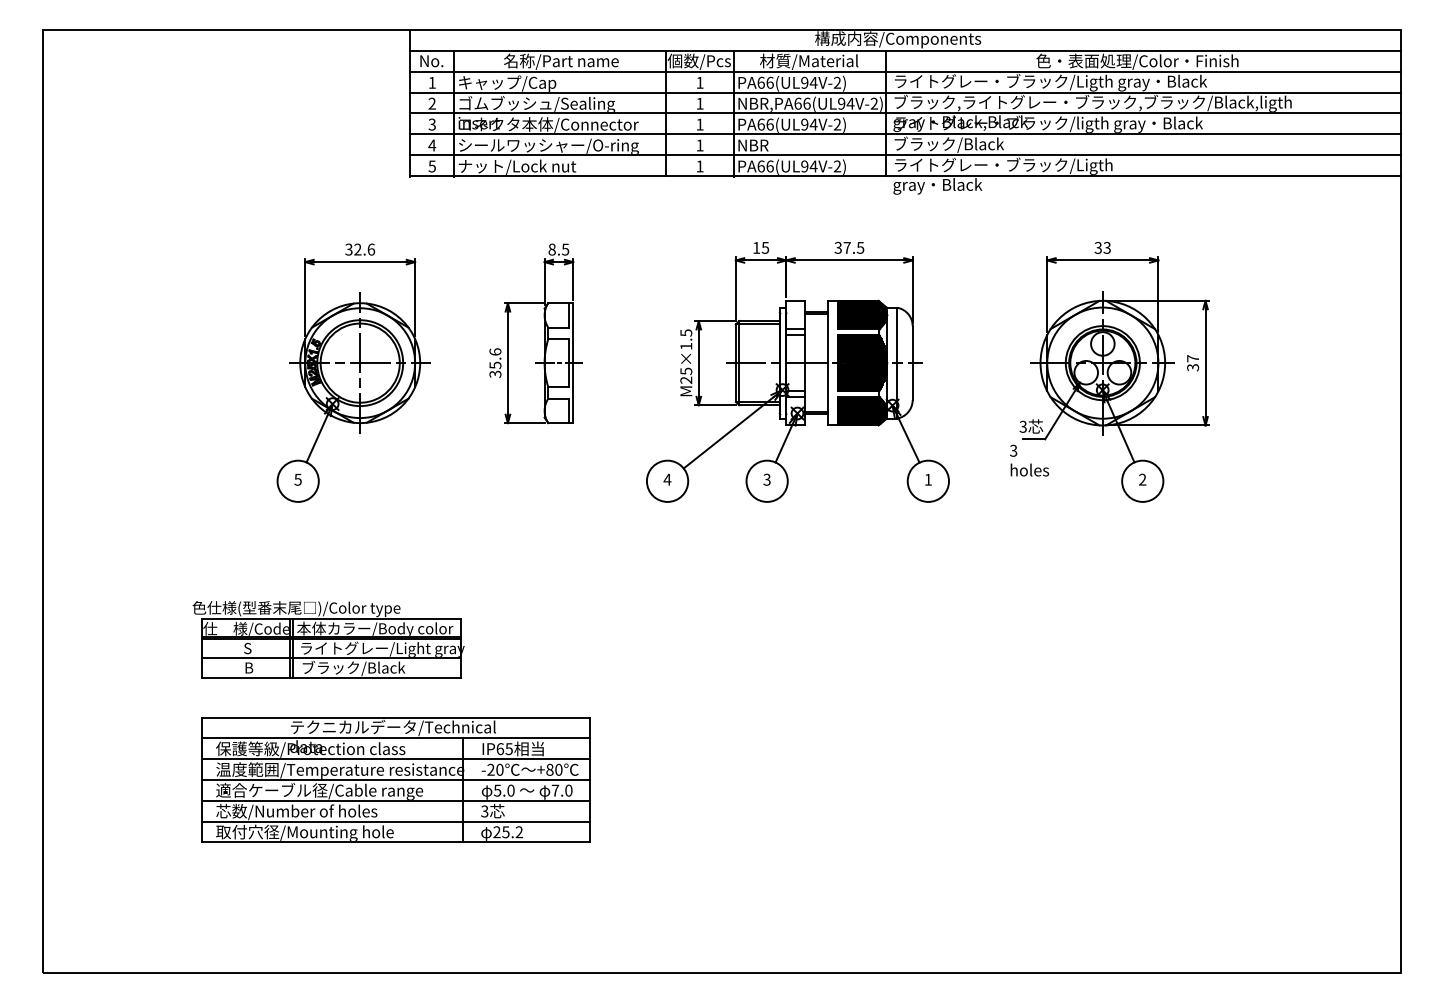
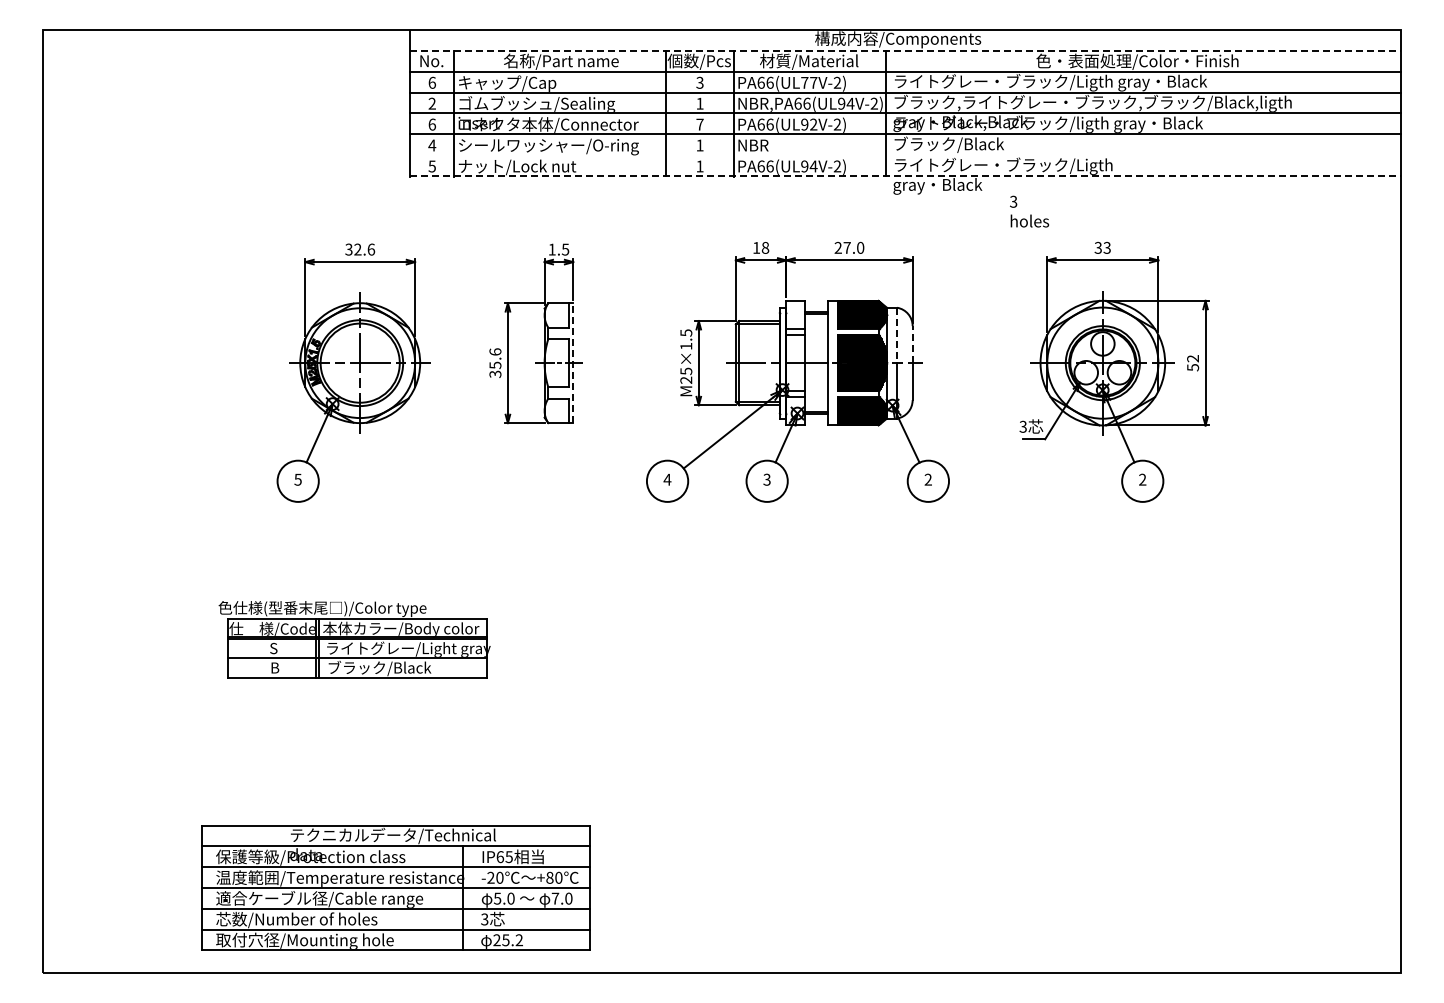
line at (906, 50): solid -> dashed
text at (431, 82): 1 -> 6
text at (699, 82): 1 -> 3
text at (809, 82): PA66(UL94V-2) -> PA66(UL77V-2)
text at (431, 124): 3 -> 6
text at (699, 124): 1 -> 7
text at (813, 124): PA66(UL94V-2) -> PA66(UL92V-2)
line at (905, 155): present -> none
line at (906, 176): solid -> dashed
text at (765, 247): 15 -> 18
text at (849, 247): 37.5 -> 27.0
text at (551, 249): 8.5 -> 1.5
line at (897, 335): solid -> dashed
line at (912, 344): solid -> dashed
text at (1192, 362): 37 -> 52
line at (573, 363): solid -> dashed
text at (1029, 460) position: (1029, 460) -> (1029, 211)
text at (927, 479): 1 -> 2
part at (328, 639) position: (328, 639) -> (354, 639)
part at (395, 779) position: (395, 779) -> (395, 887)
